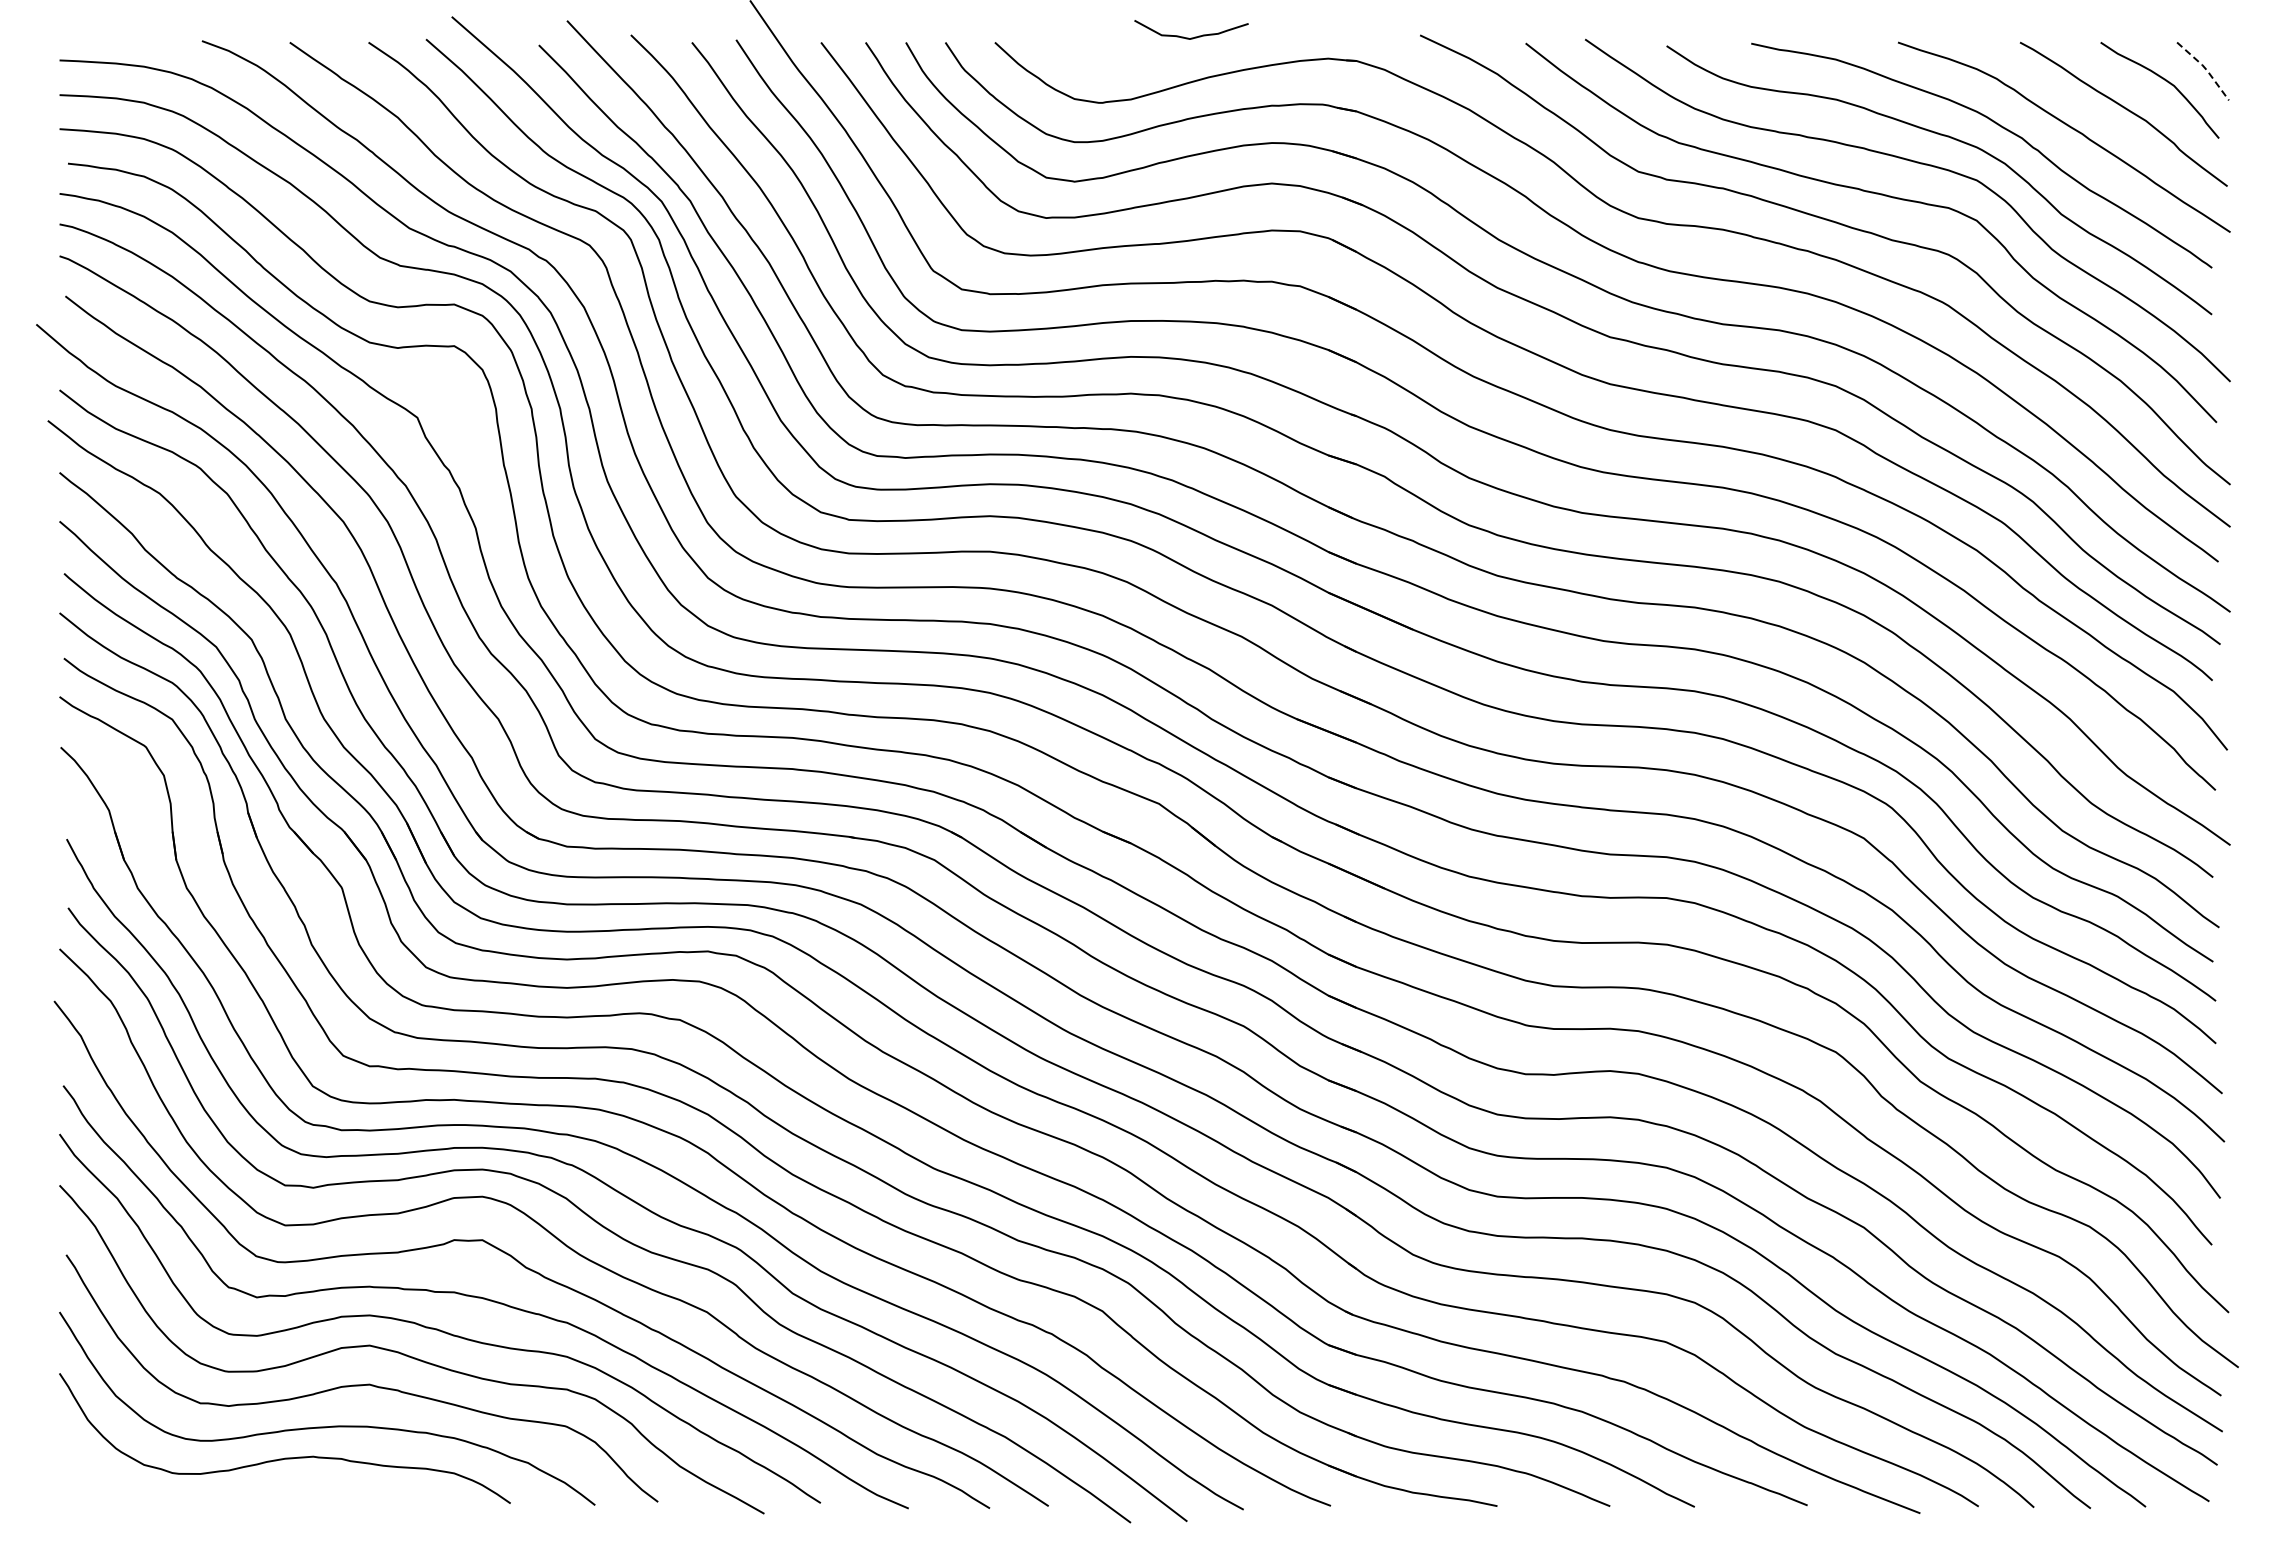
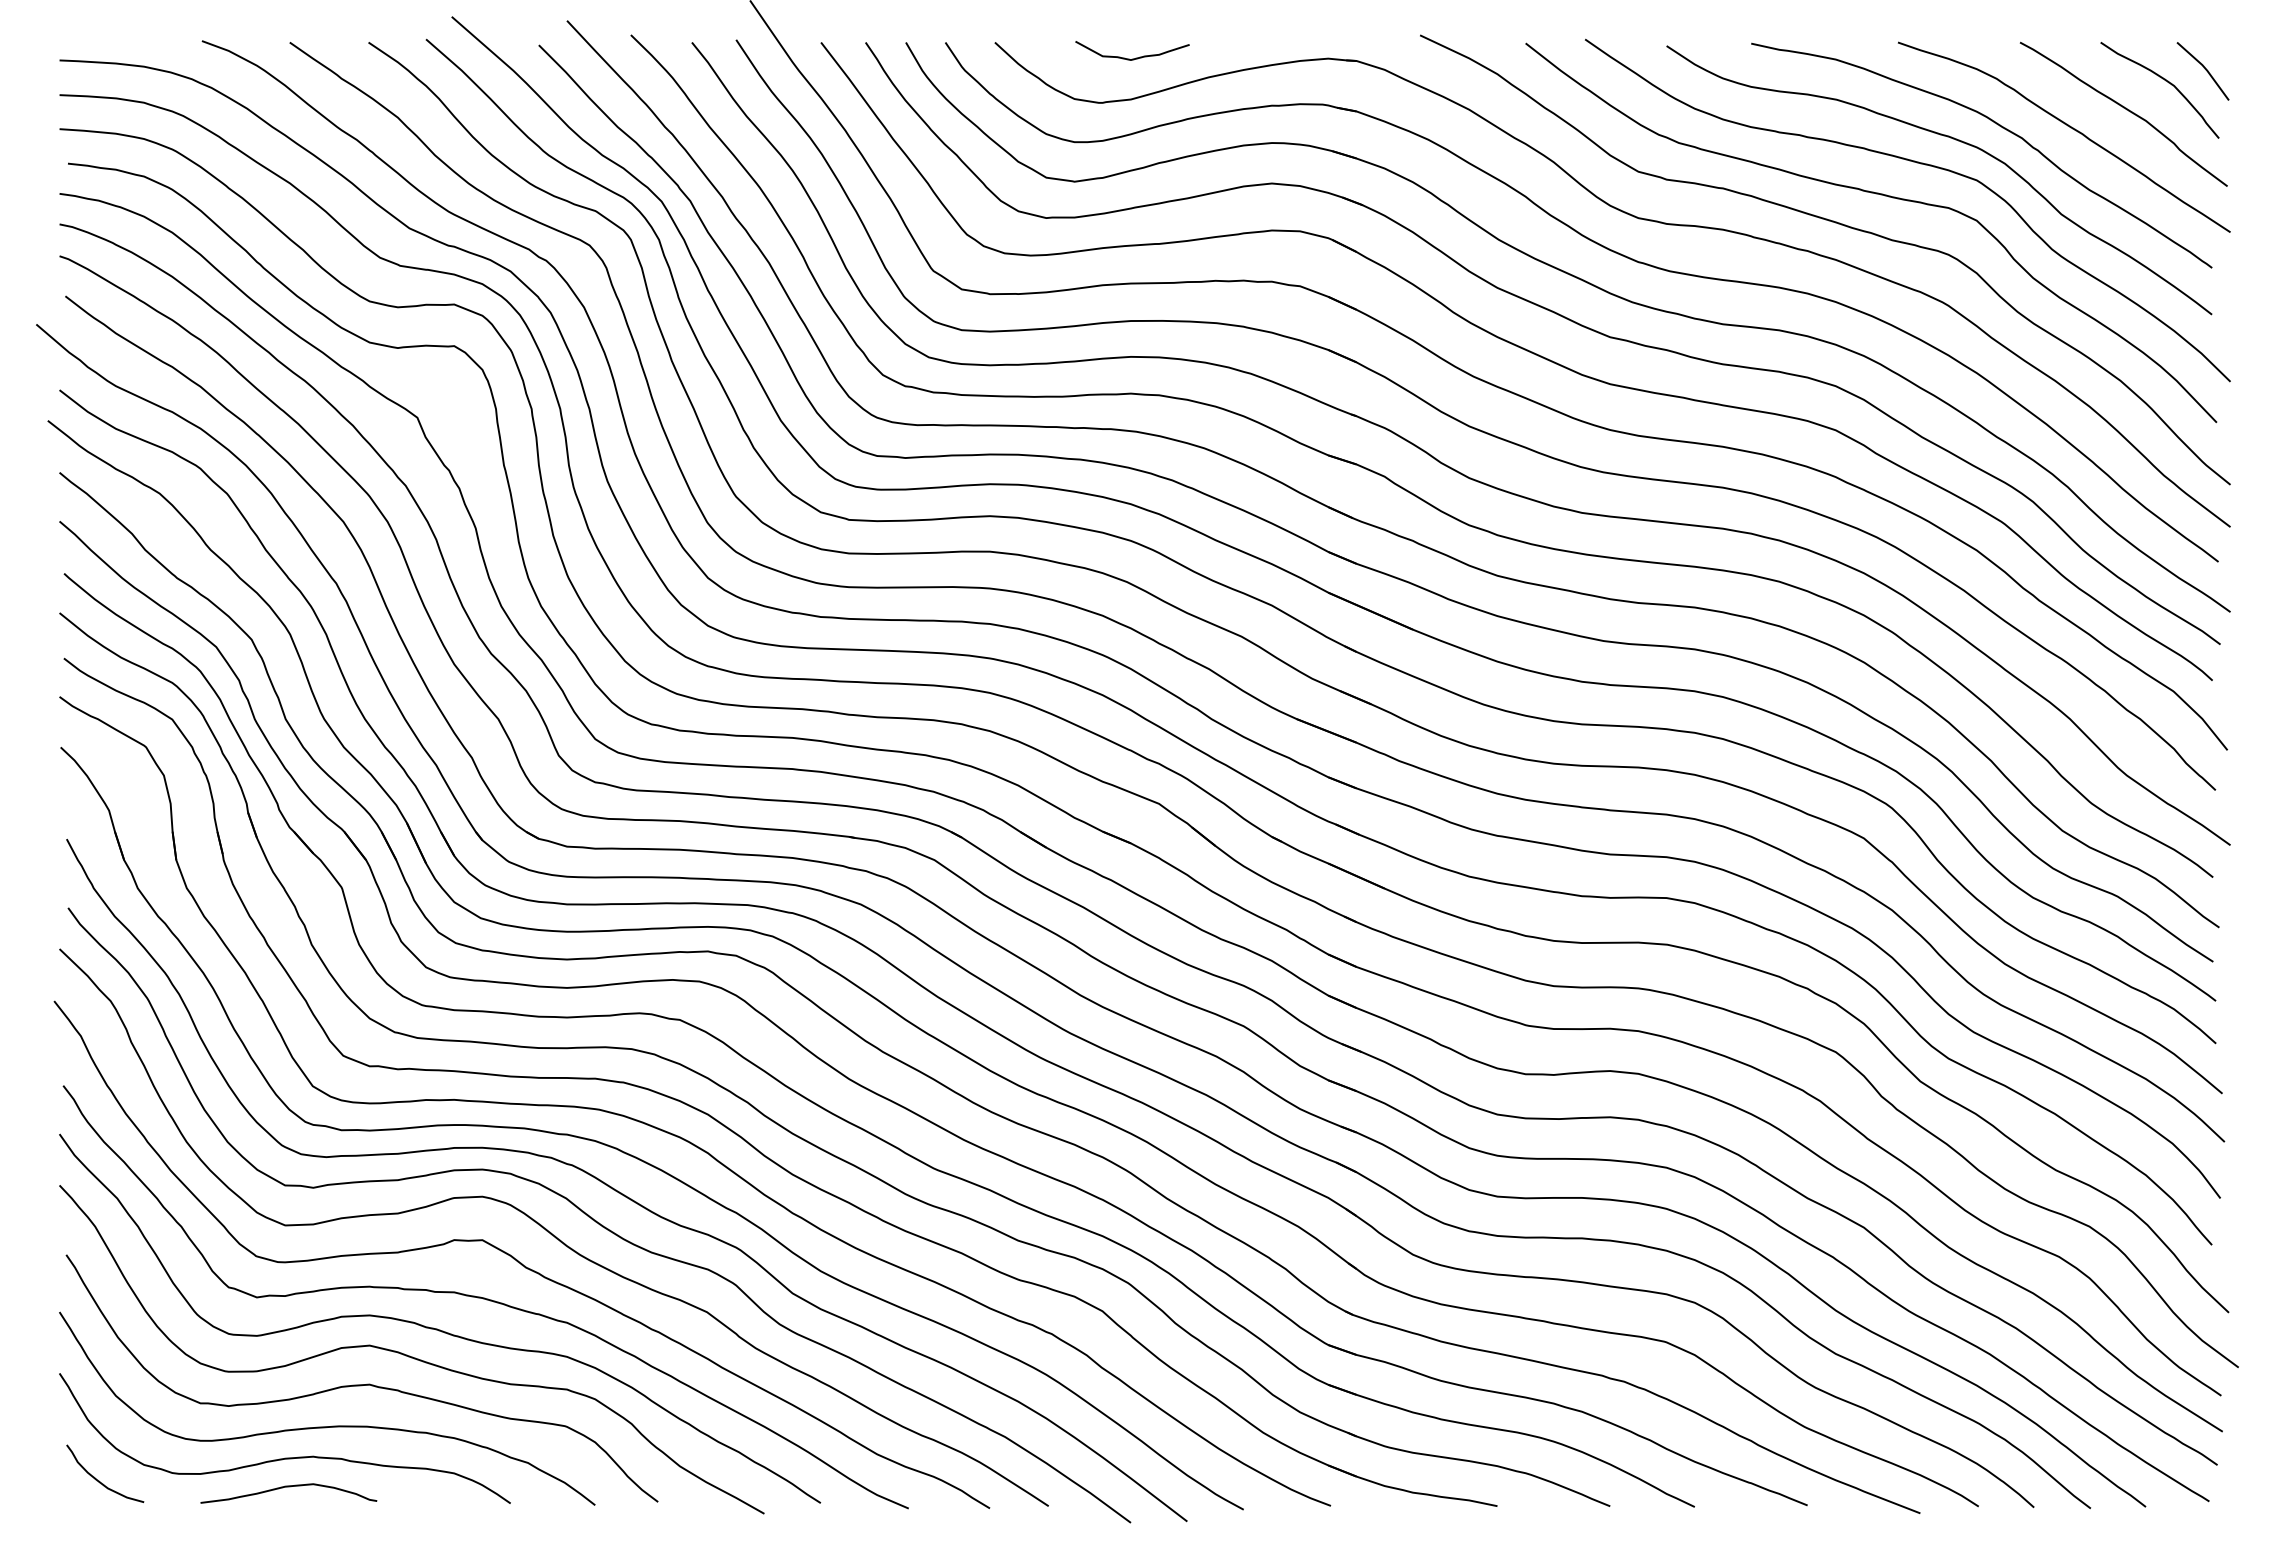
curve at (1191, 37) position: (1191, 37) -> (1132, 58)
line at (2206, 69): dashed -> solid
curve at (99, 1480): none -> present
curve at (288, 1487): none -> present
